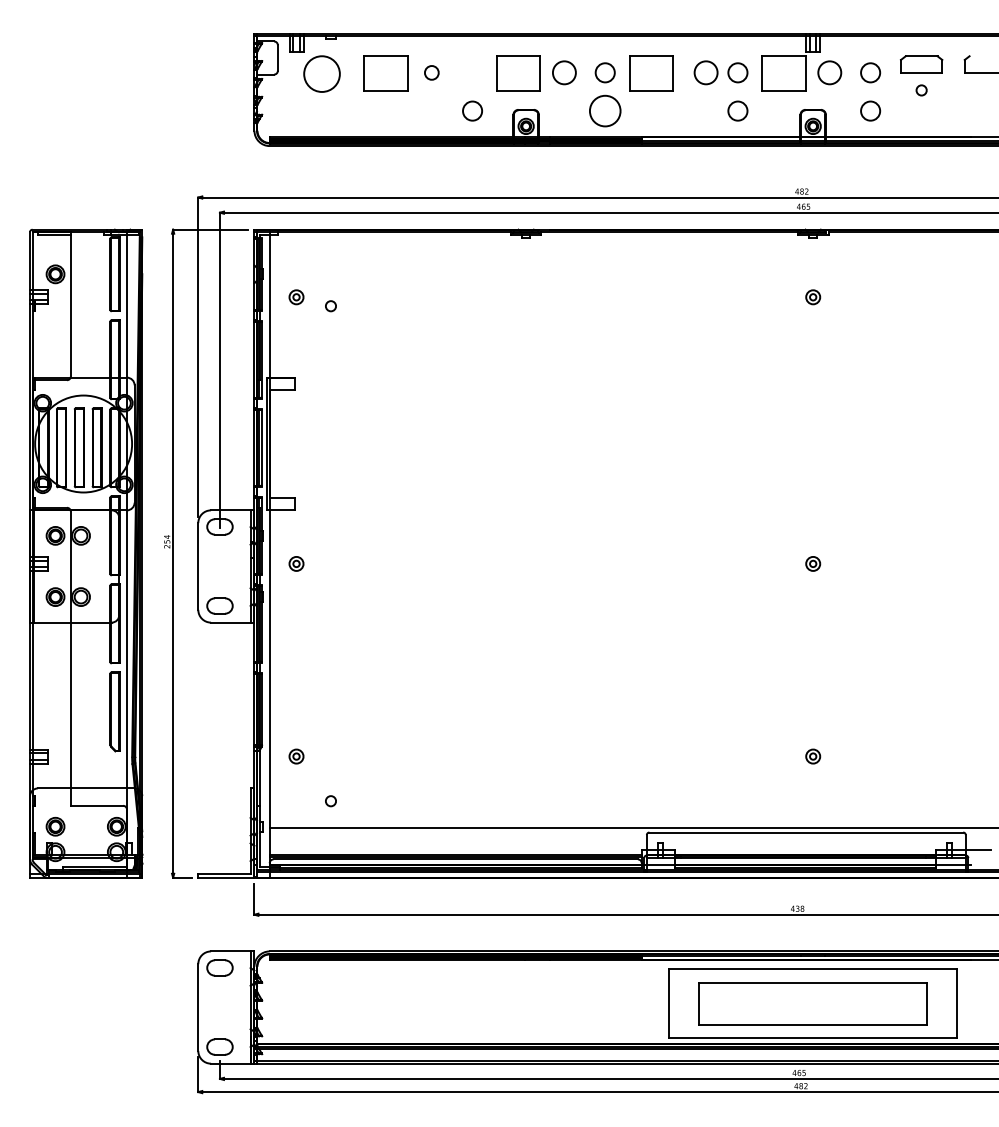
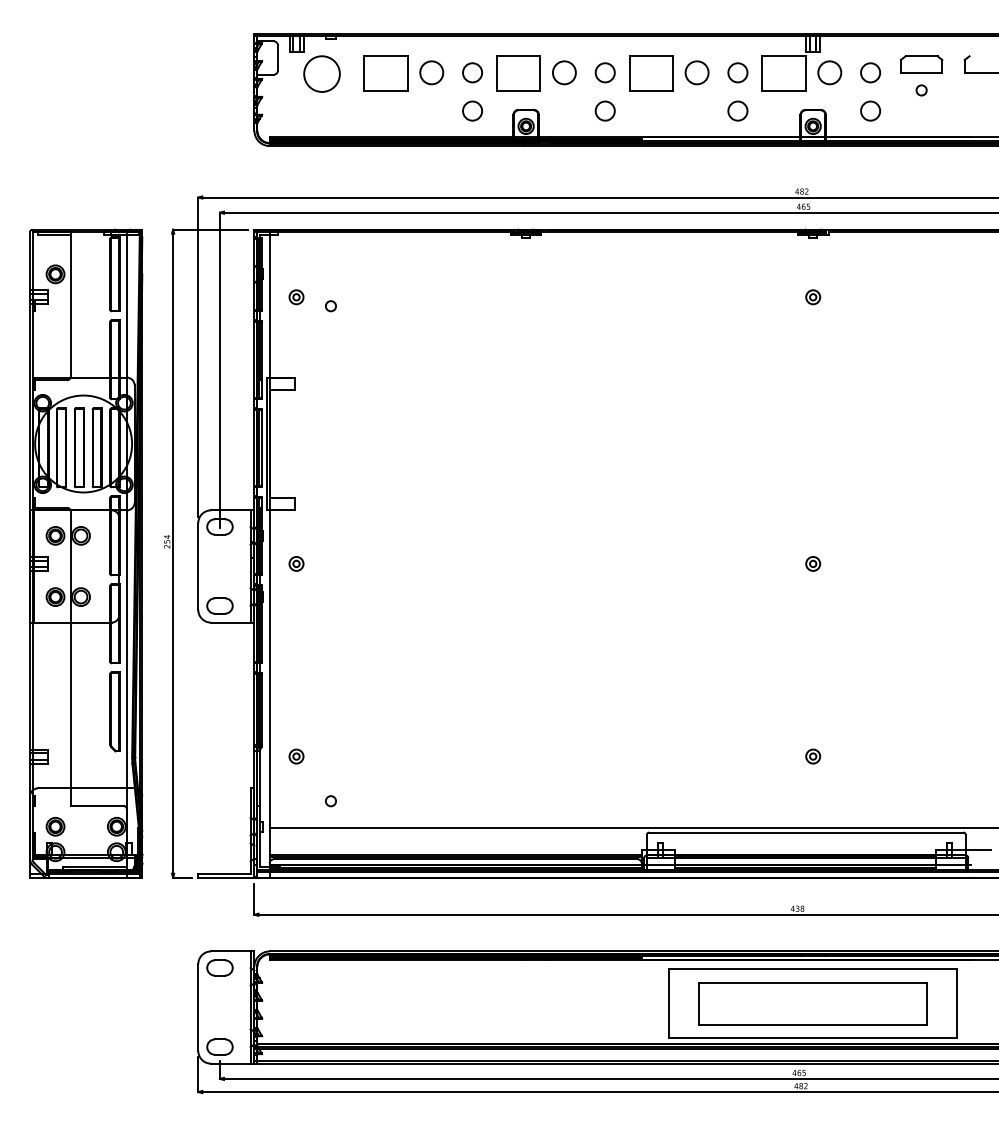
circle at (431, 72) size: 16x16 px -> 26x26 px
circle at (472, 72): none -> present
circle at (705, 72) position: (705, 72) -> (696, 72)
circle at (604, 110) diameter: 31 px -> 19 px
